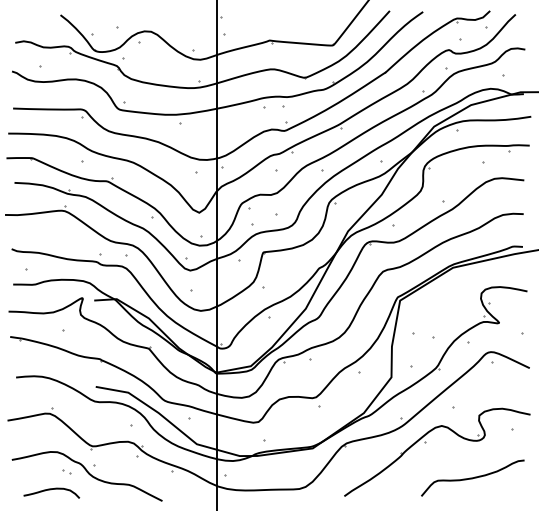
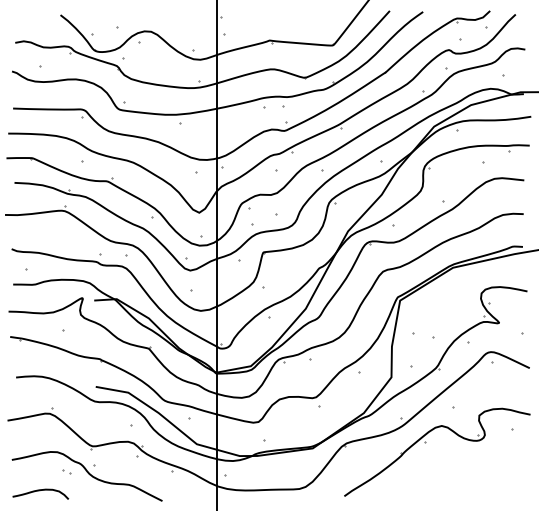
curve at (472, 477): present -> none
curve at (51, 490) position: (51, 490) -> (40, 491)
